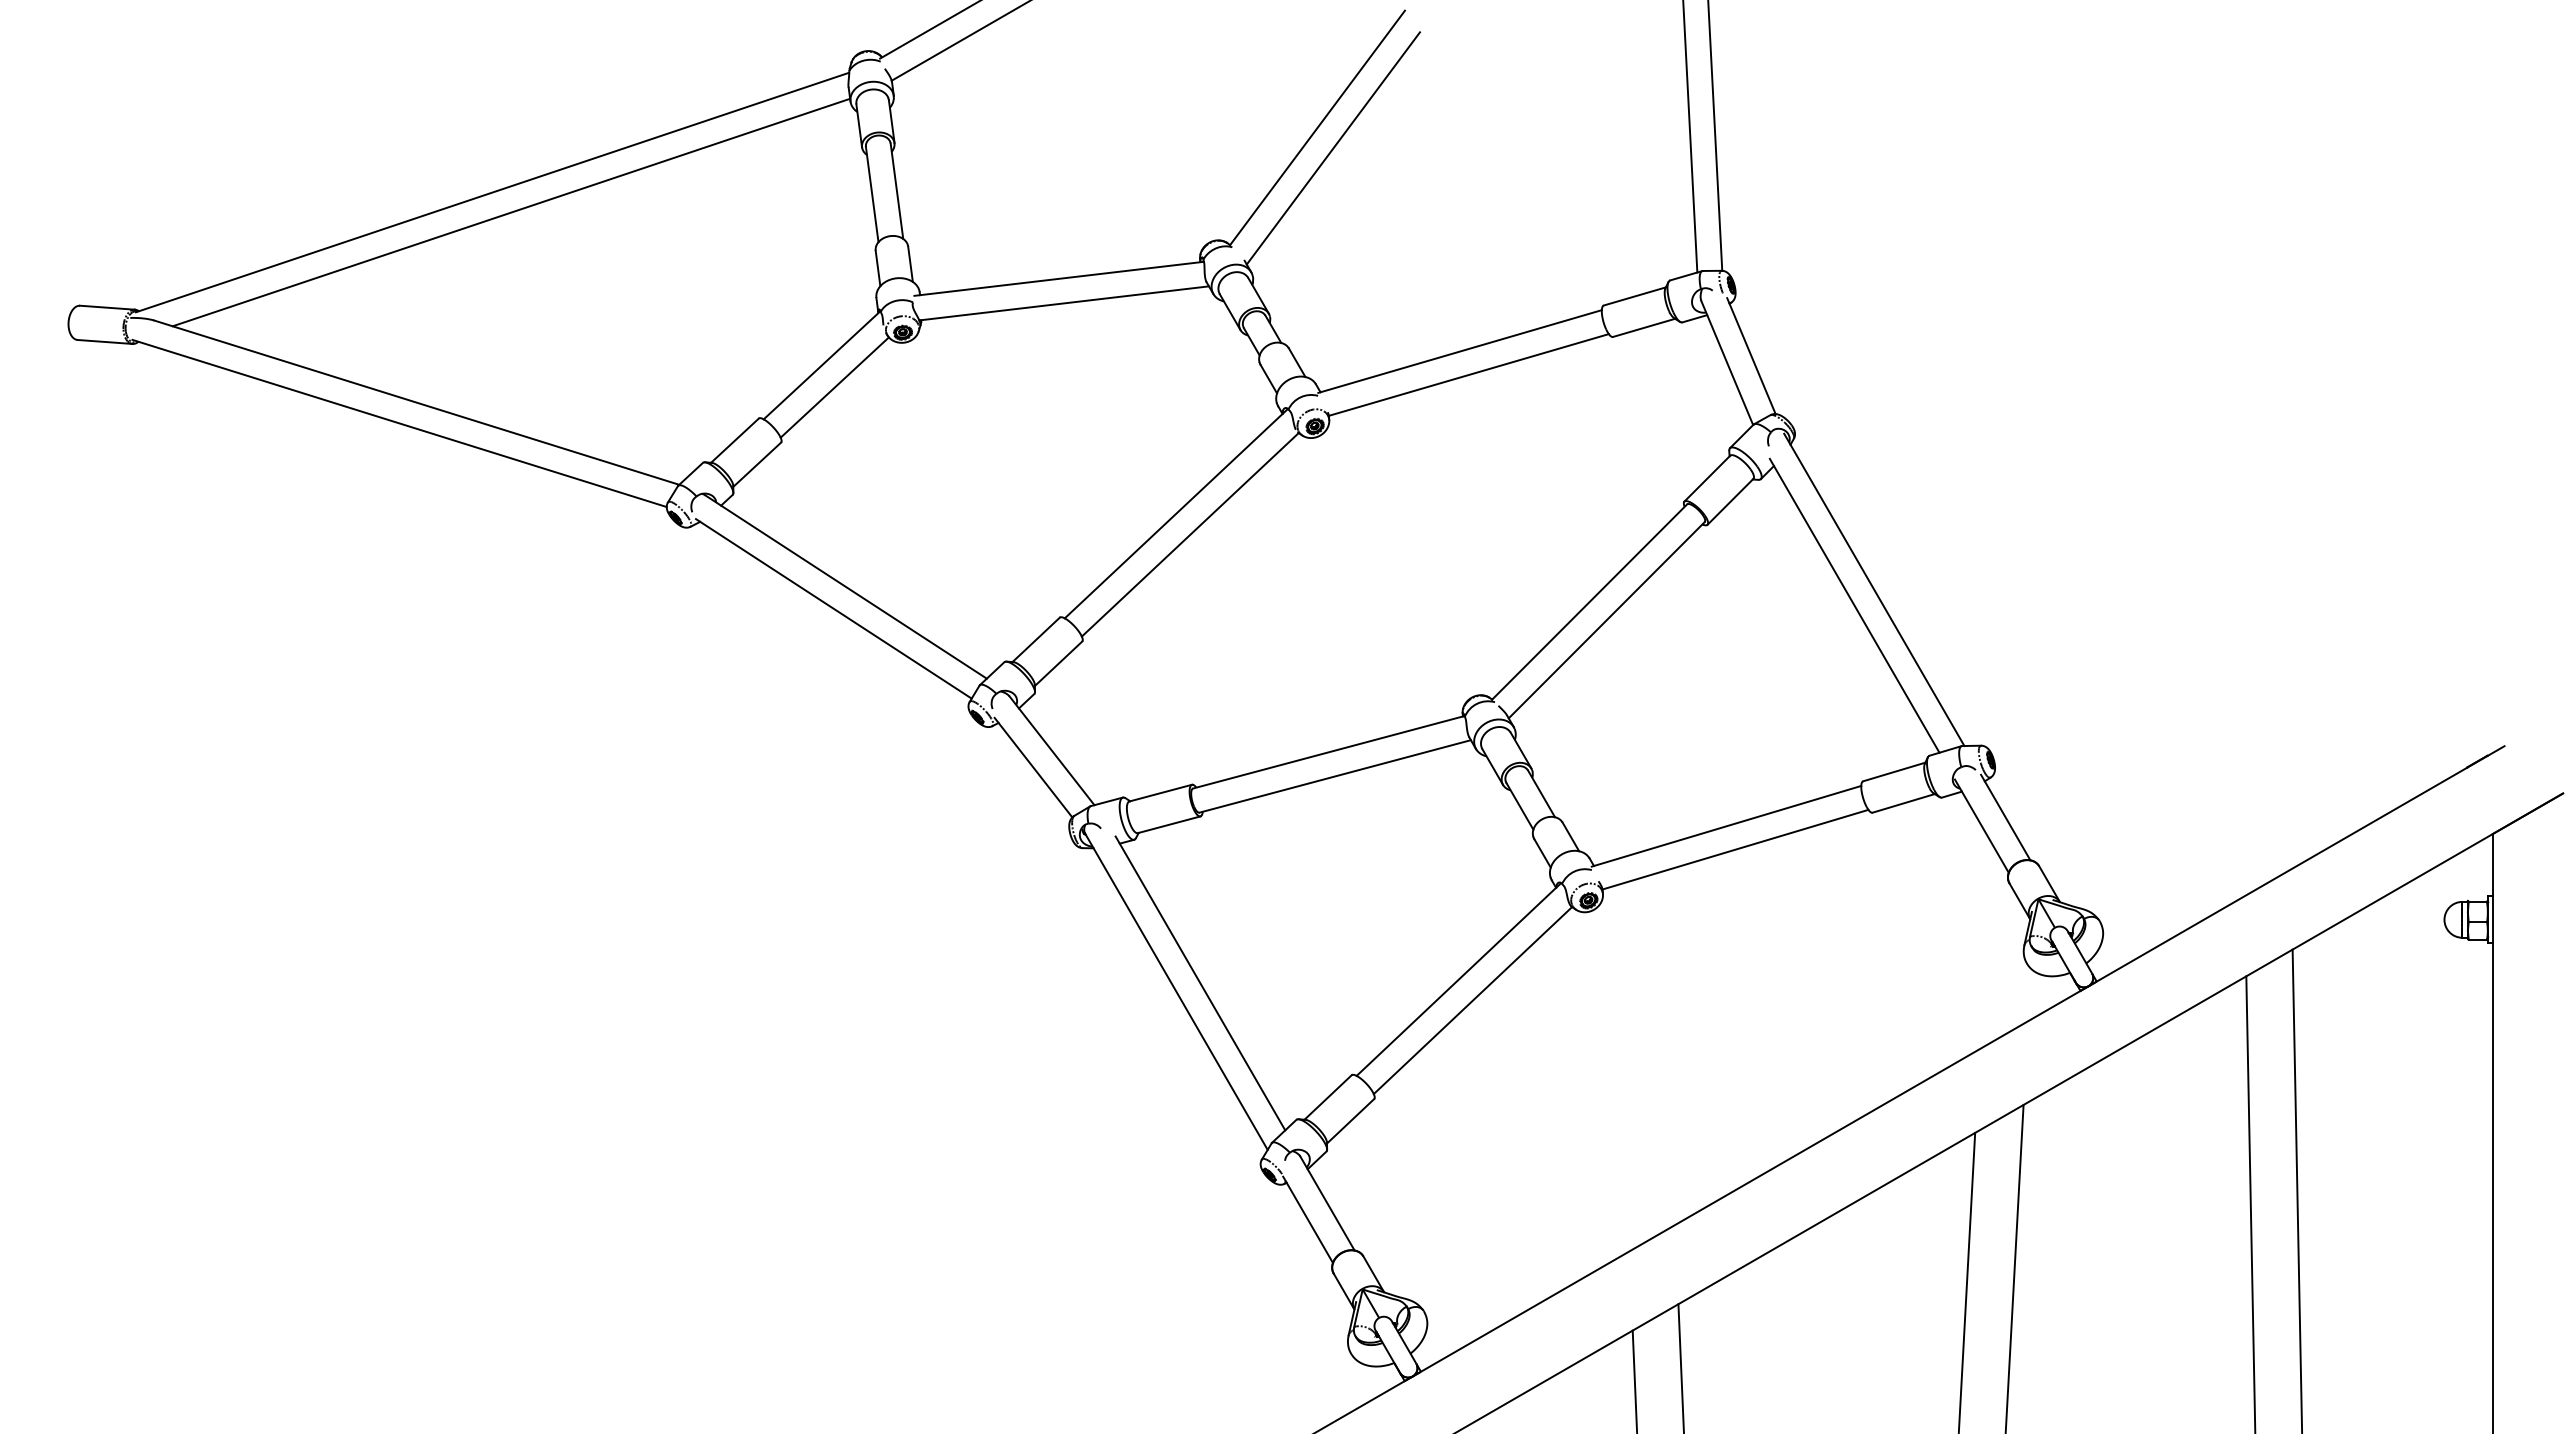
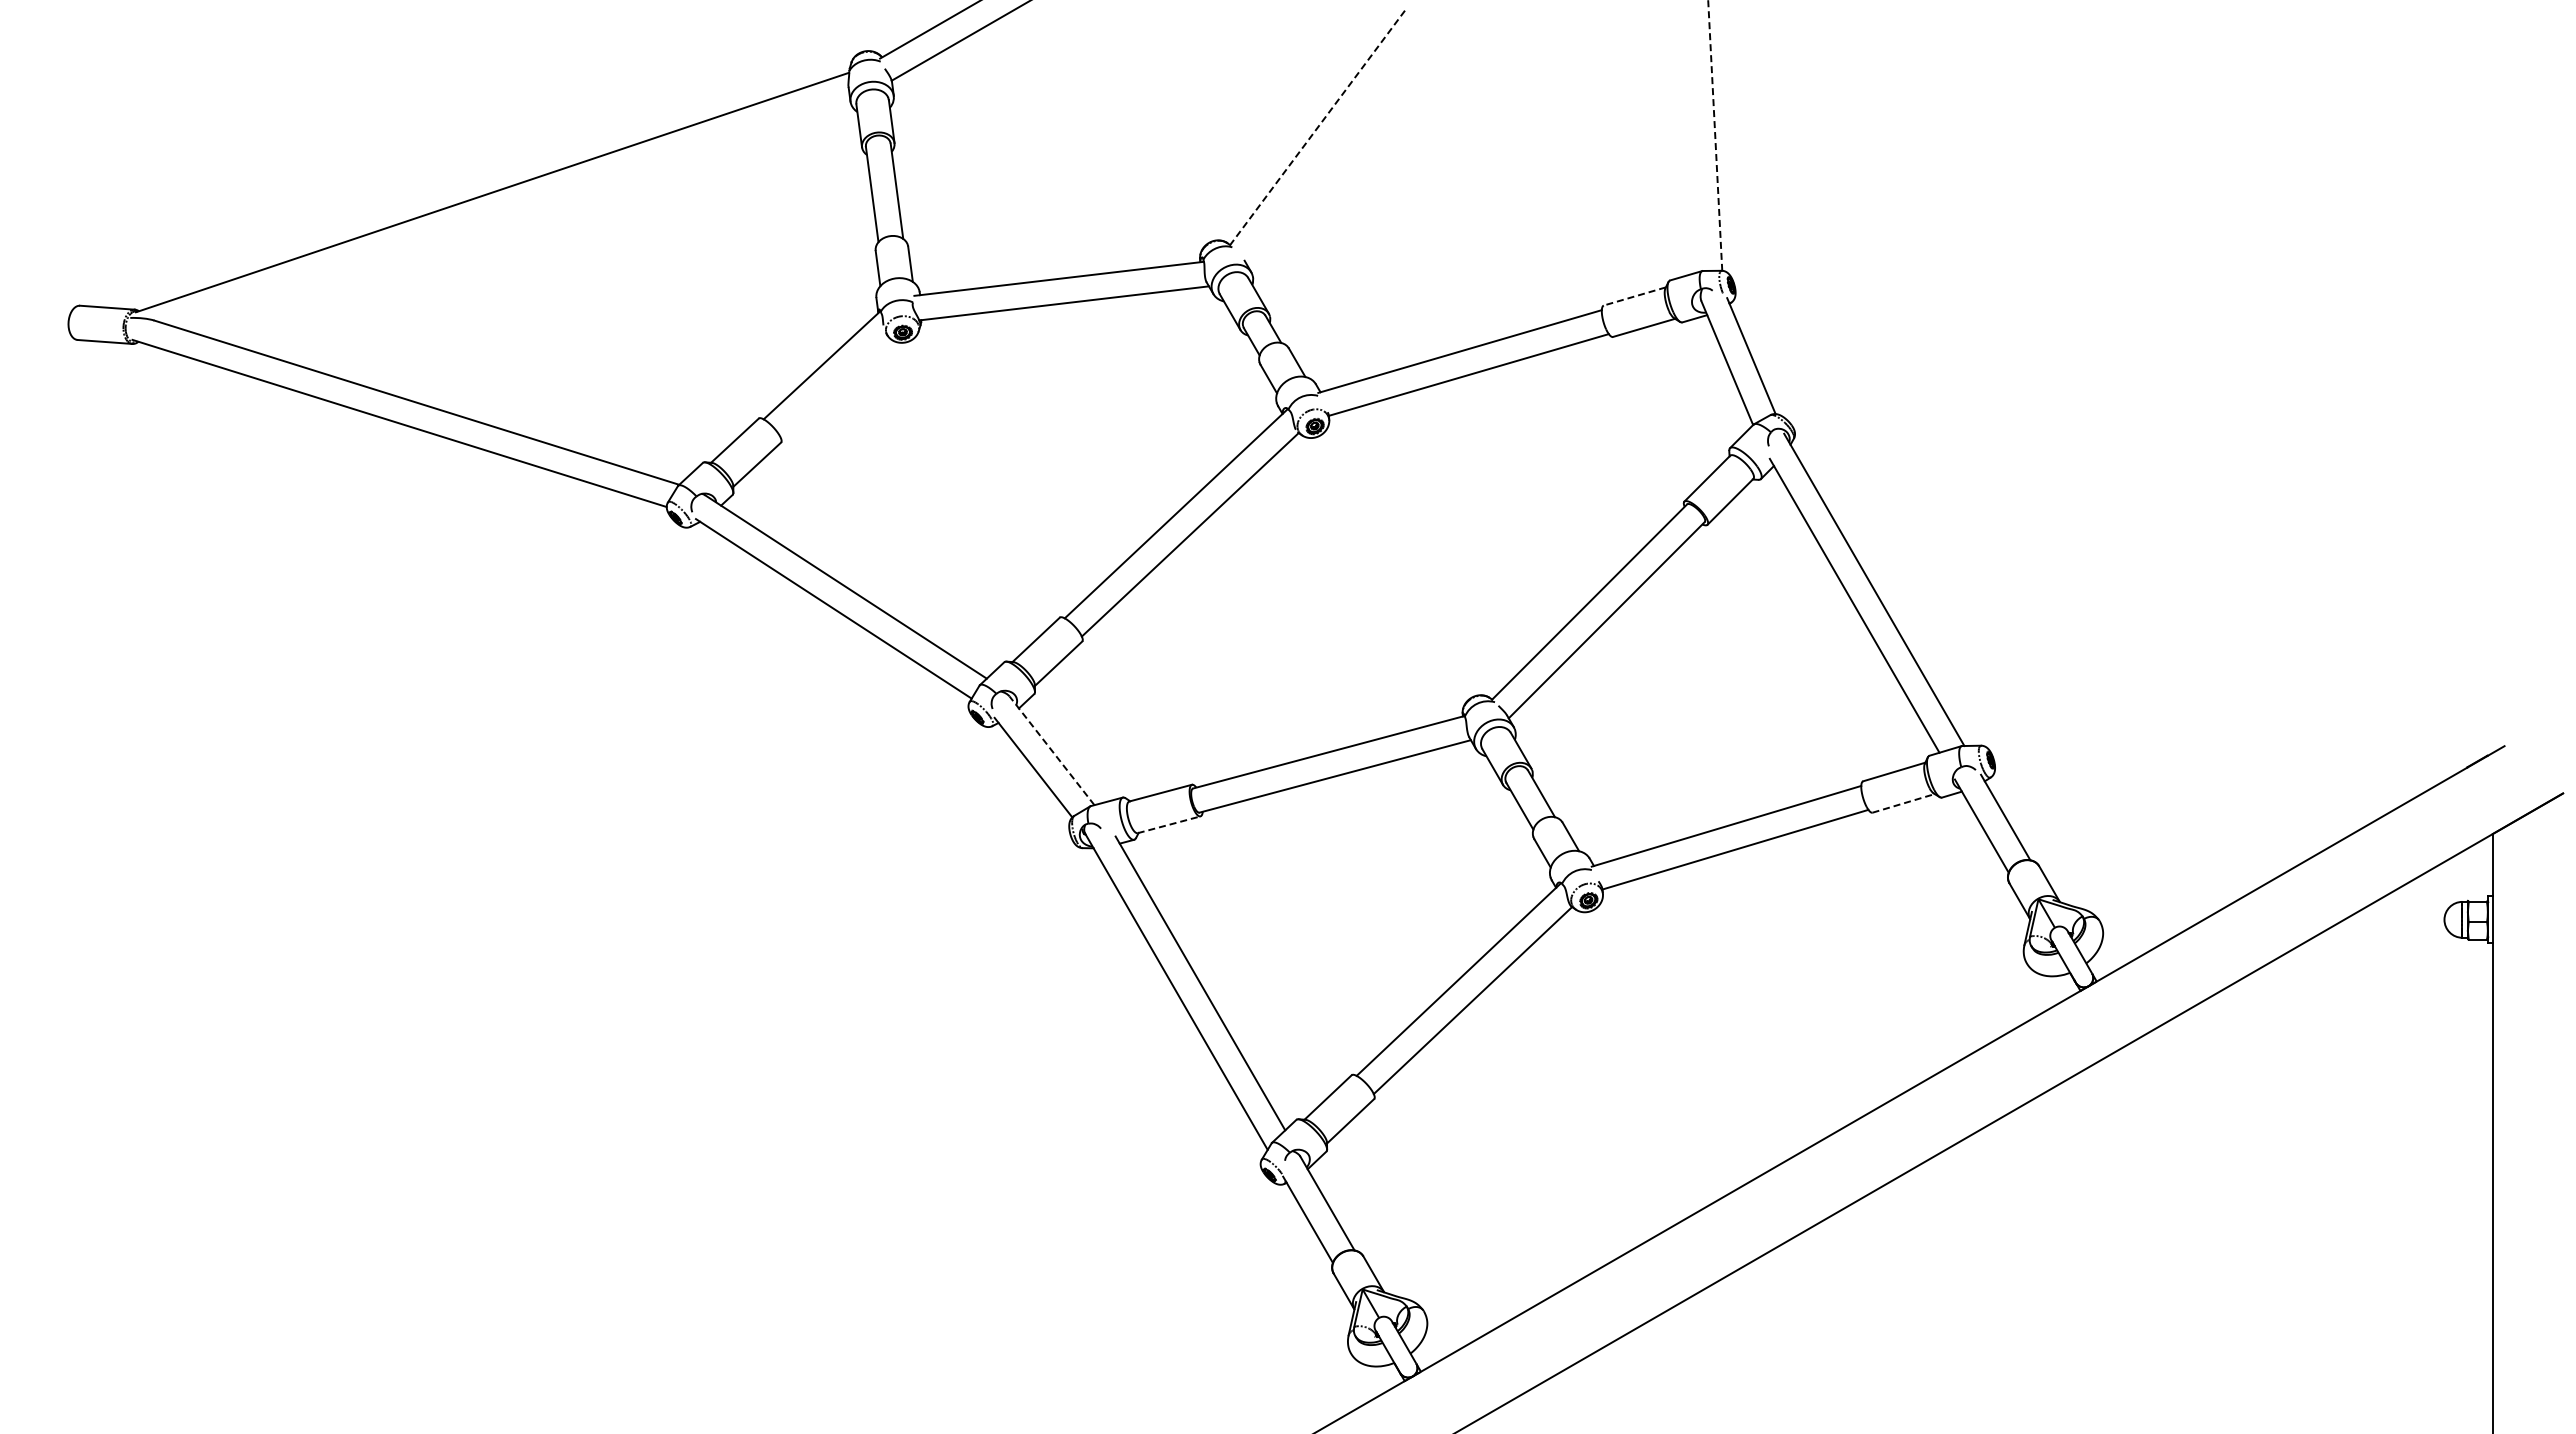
line at (1317, 128): solid -> dashed
line at (1715, 135): solid -> dashed
line at (1690, 137): present -> none
line at (1333, 148): present -> none
line at (511, 212): present -> none
line at (1634, 296): solid -> dashed
line at (834, 387): present -> none
line at (1052, 750): solid -> dashed
line at (1904, 803): solid -> dashed
line at (1169, 824): solid -> dashed
line at (2297, 1189): present -> none
line at (2250, 1203): present -> none
line at (2014, 1267): present -> none
line at (1966, 1281): present -> none
line at (1680, 1367): present -> none
line at (1634, 1380): present -> none
